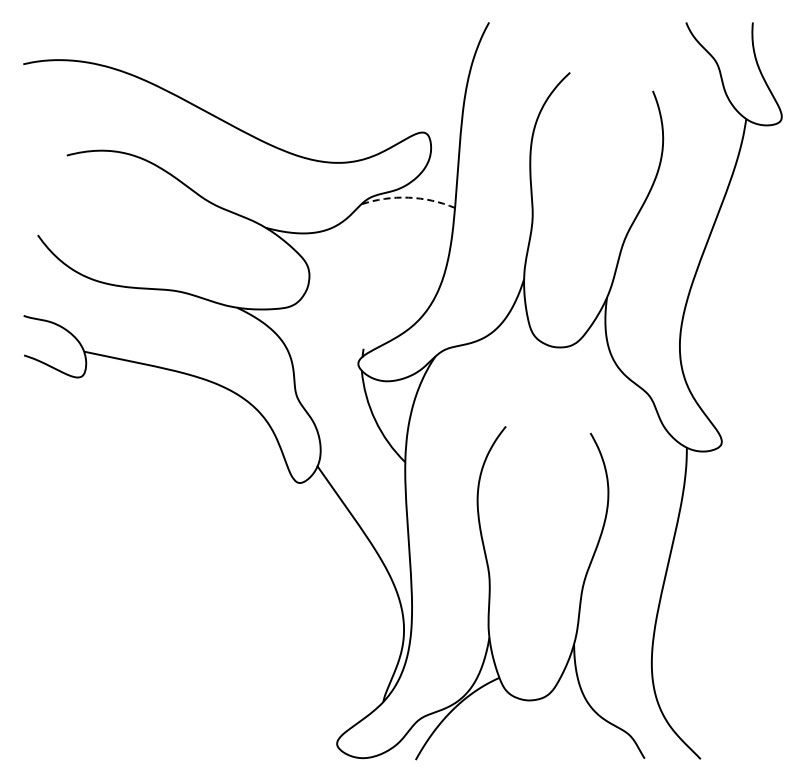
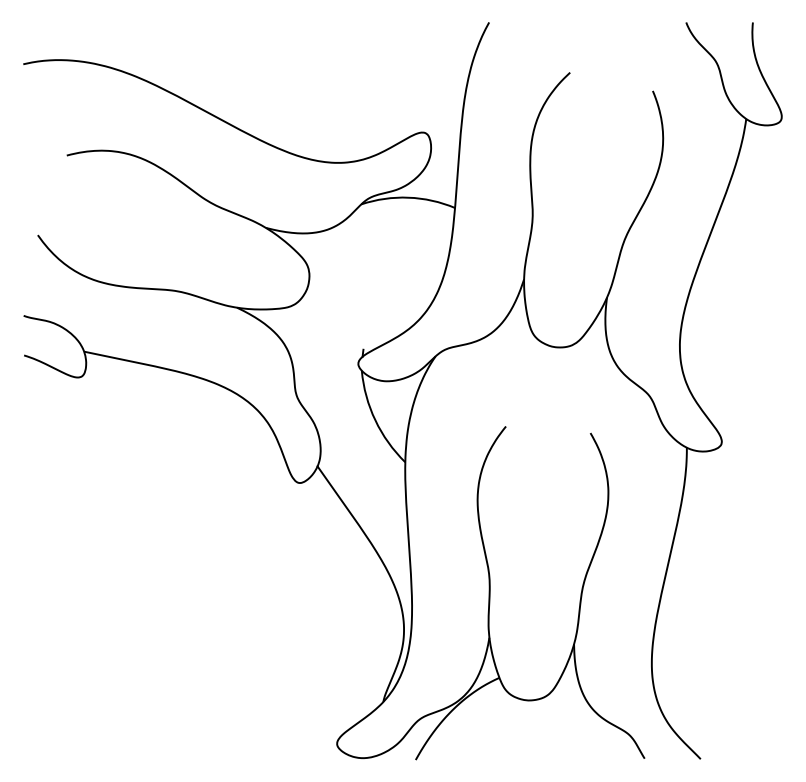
arc at (408, 197): dashed -> solid
